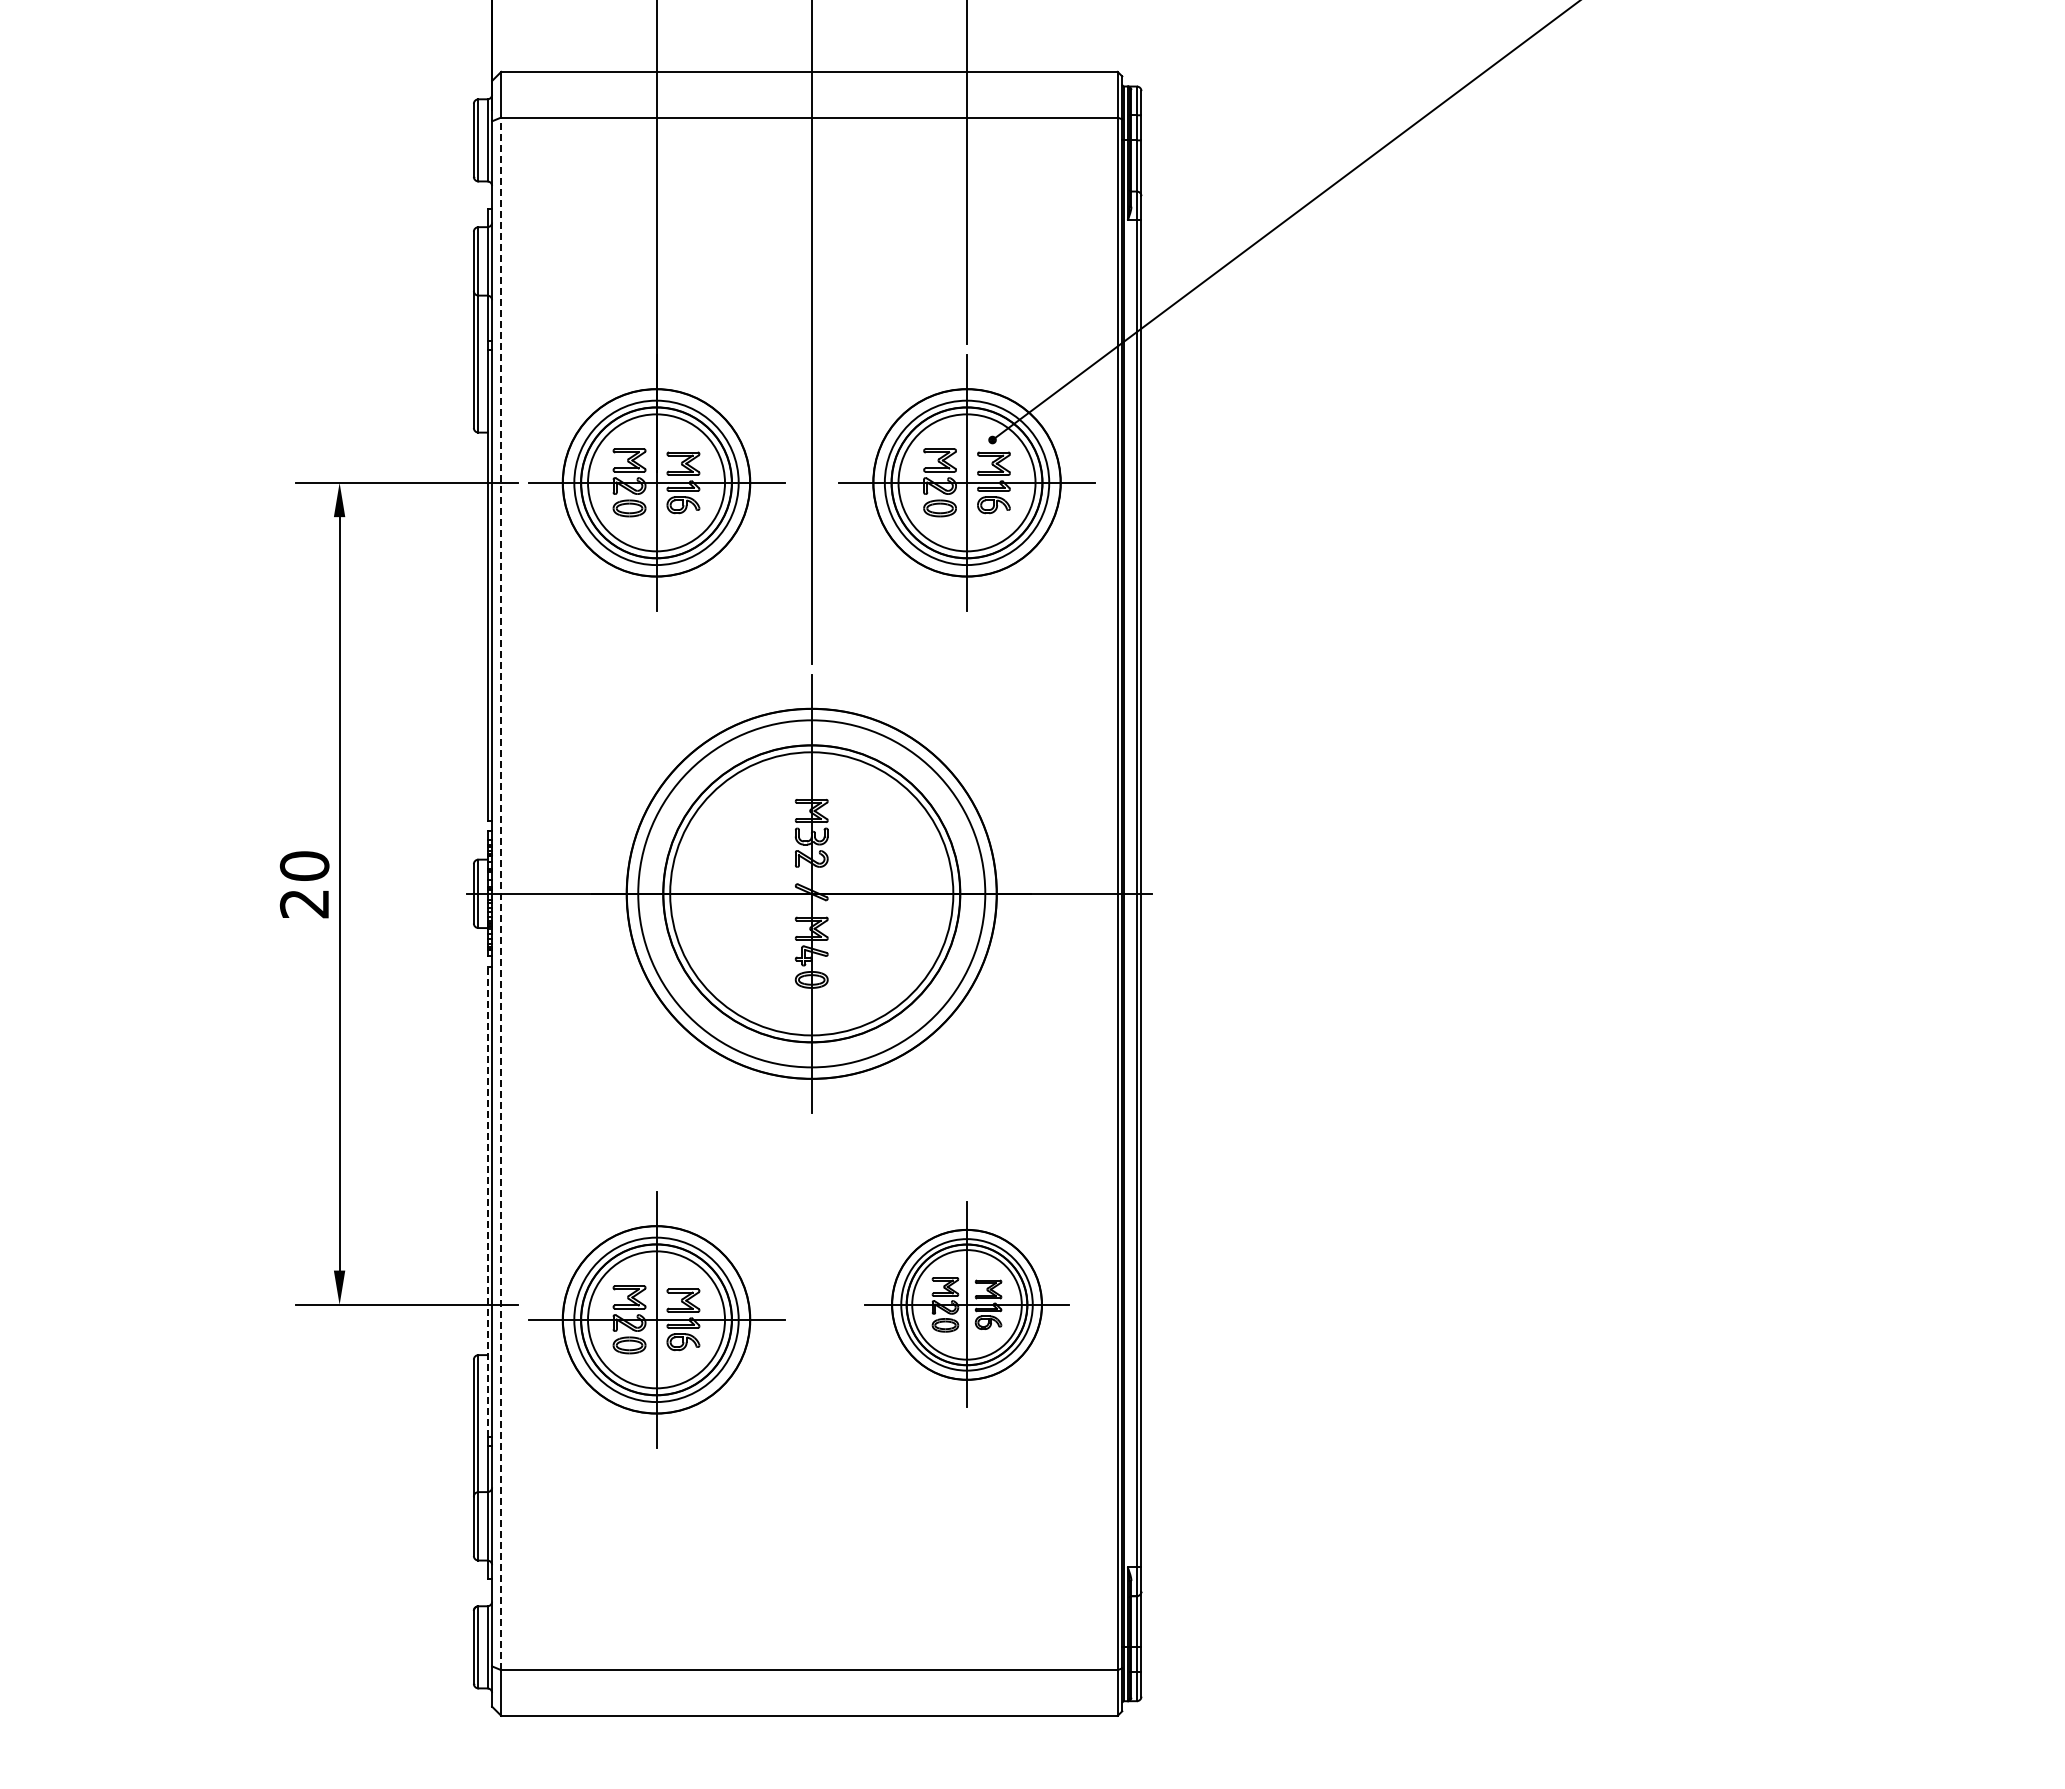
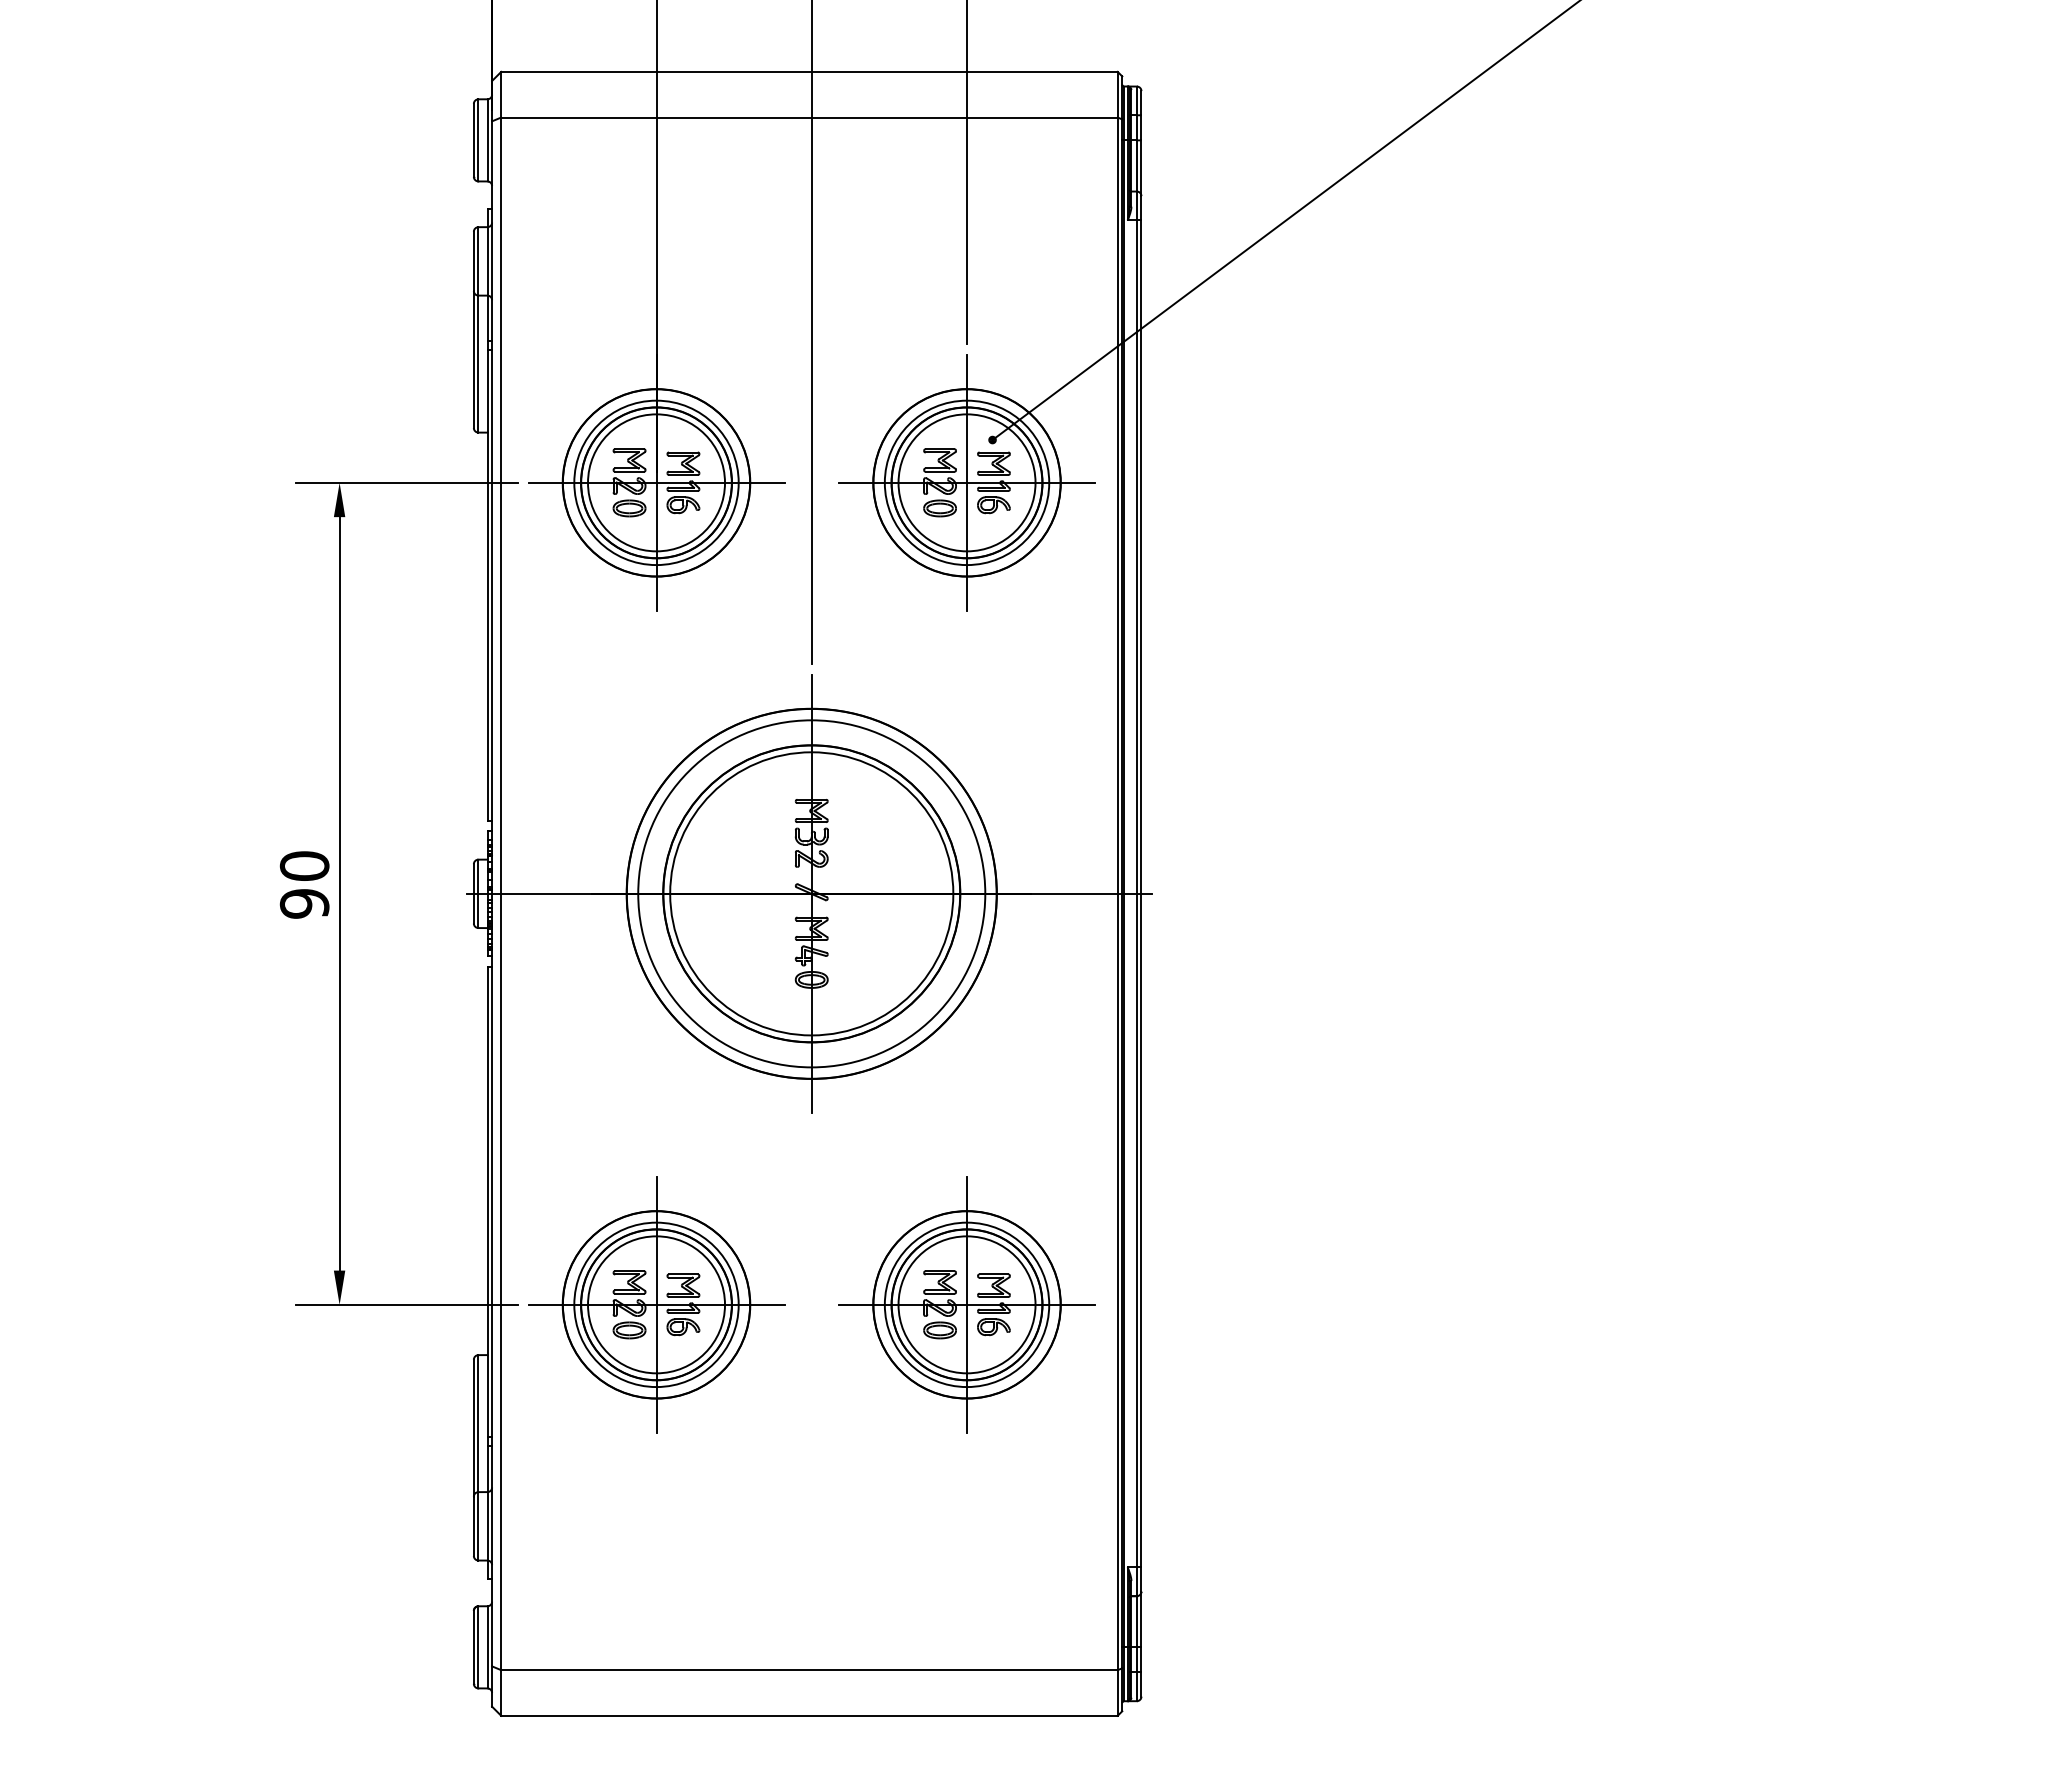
line at (501, 893): dashed -> solid
text at (304, 903): 20 -> 90
line at (487, 1201): dashed -> solid
part at (966, 1304) size: 206x207 px -> 258x258 px
part at (656, 1319) position: (656, 1319) -> (656, 1304)
